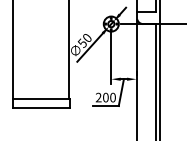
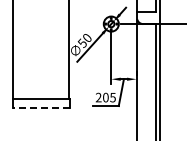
text at (112, 97): 200 -> 205
line at (41, 107): solid -> dashed
